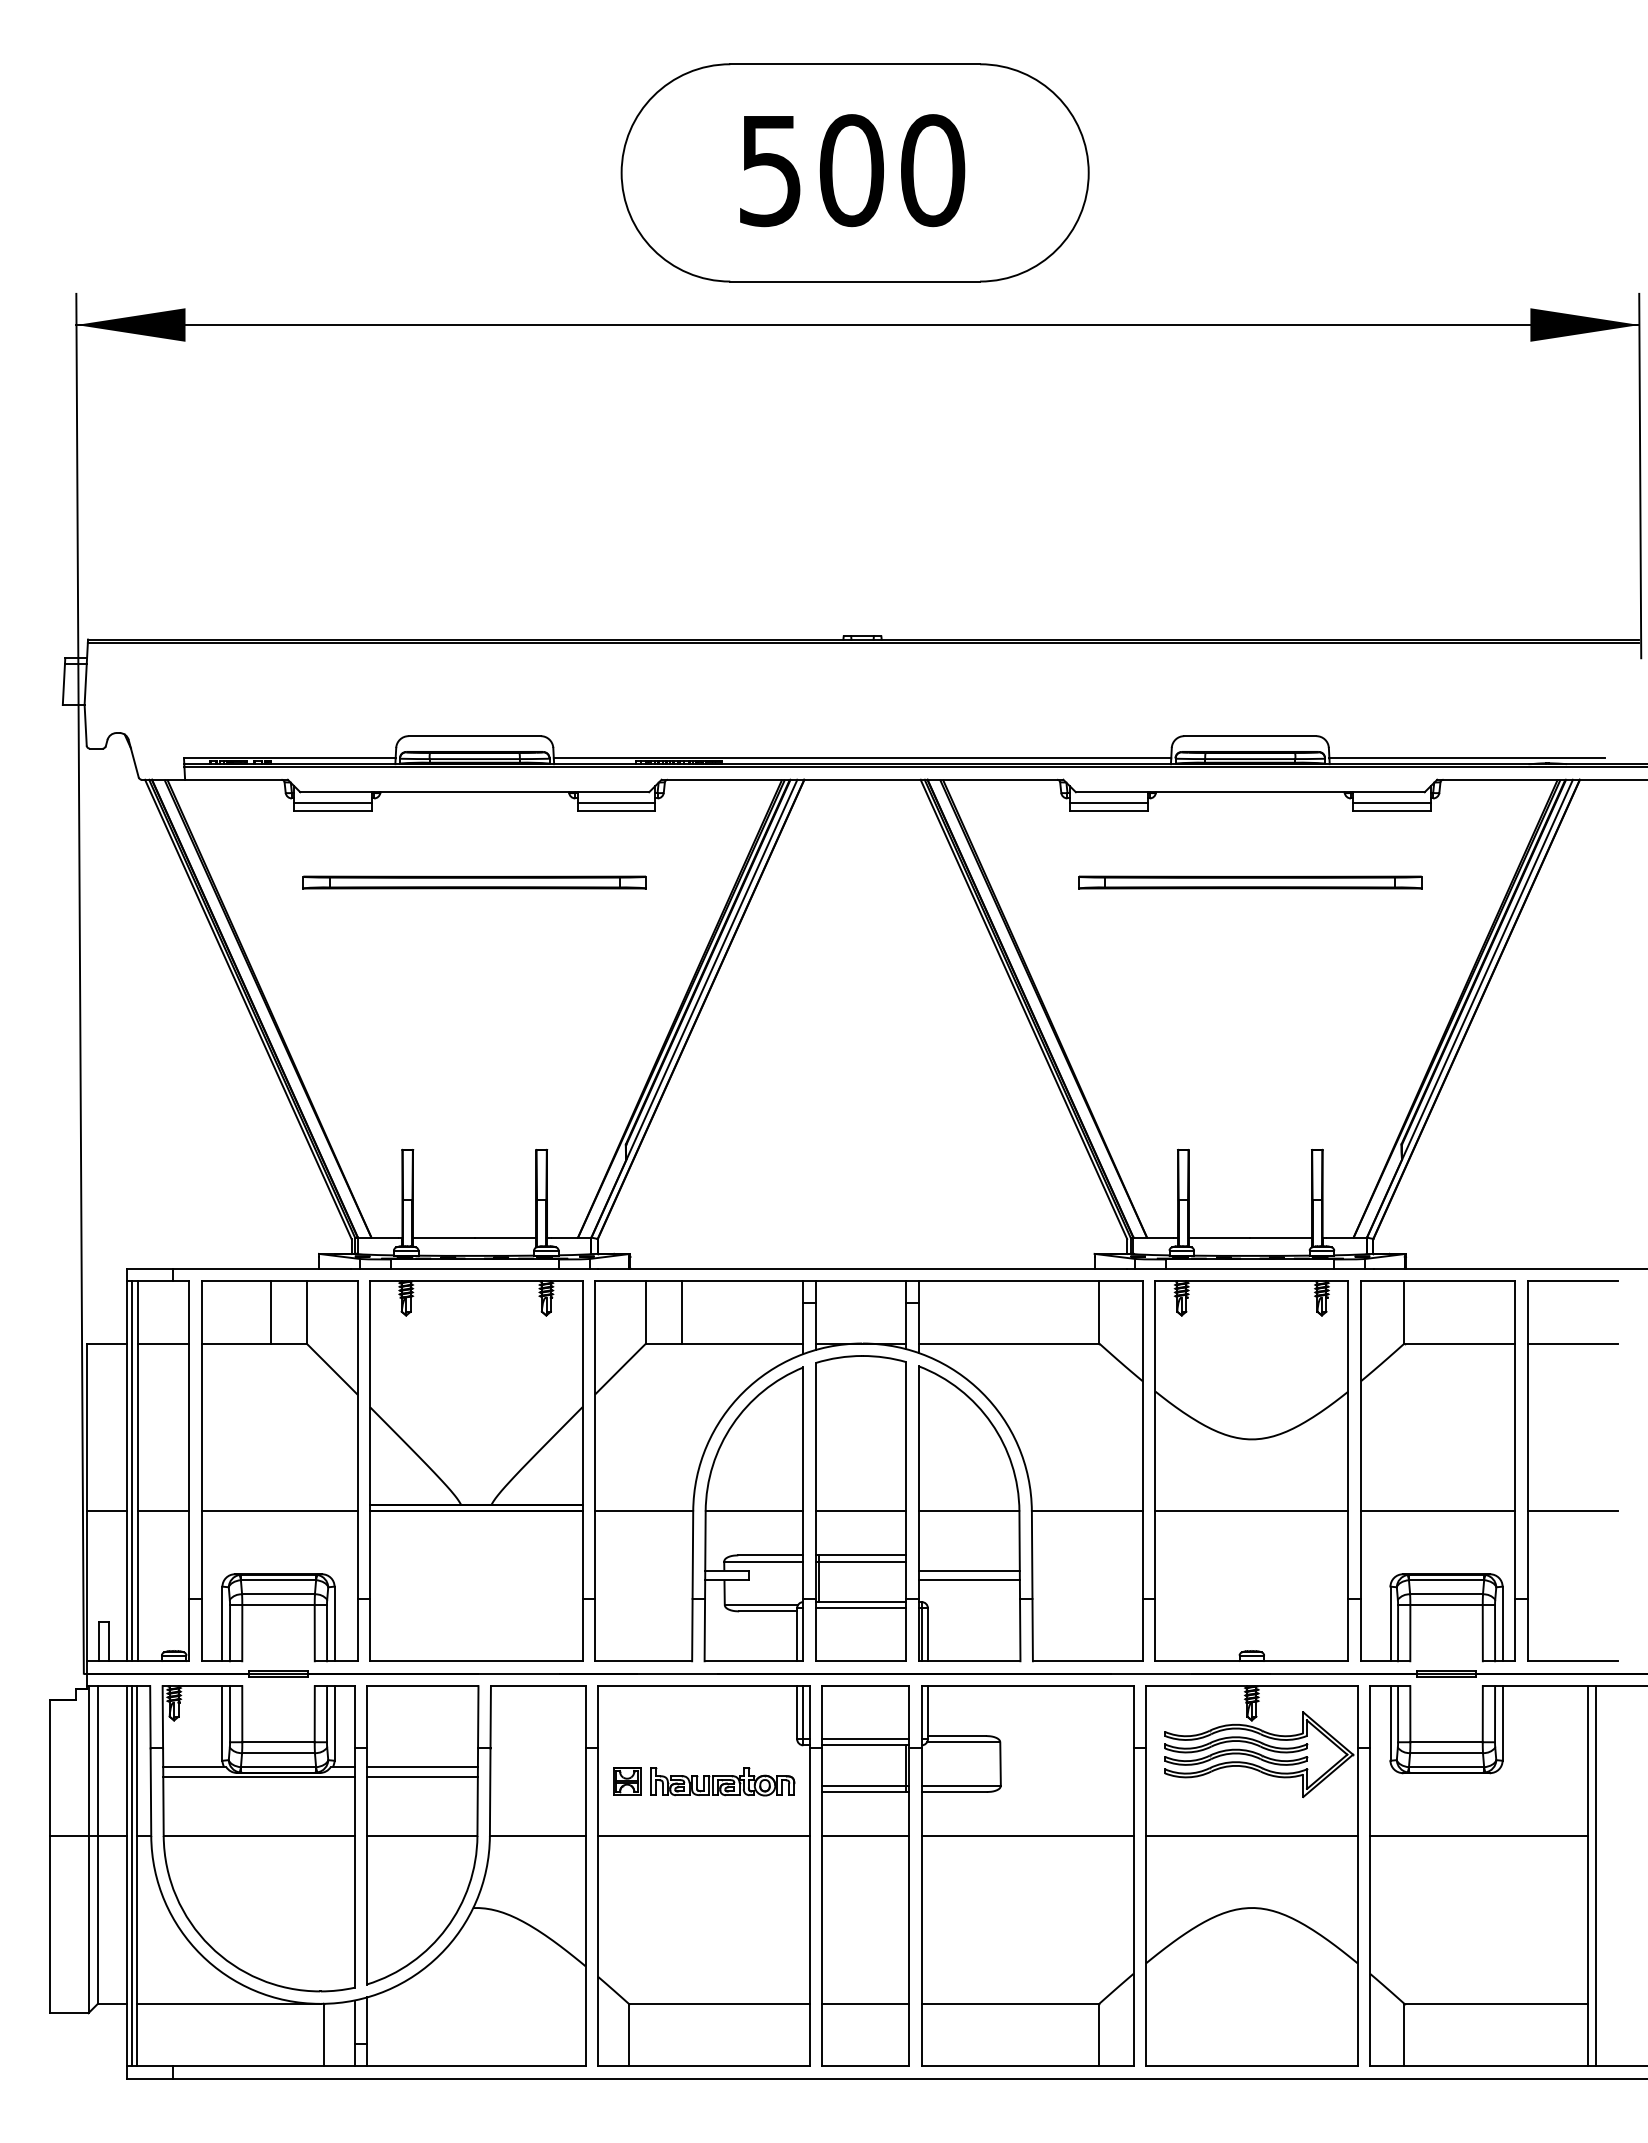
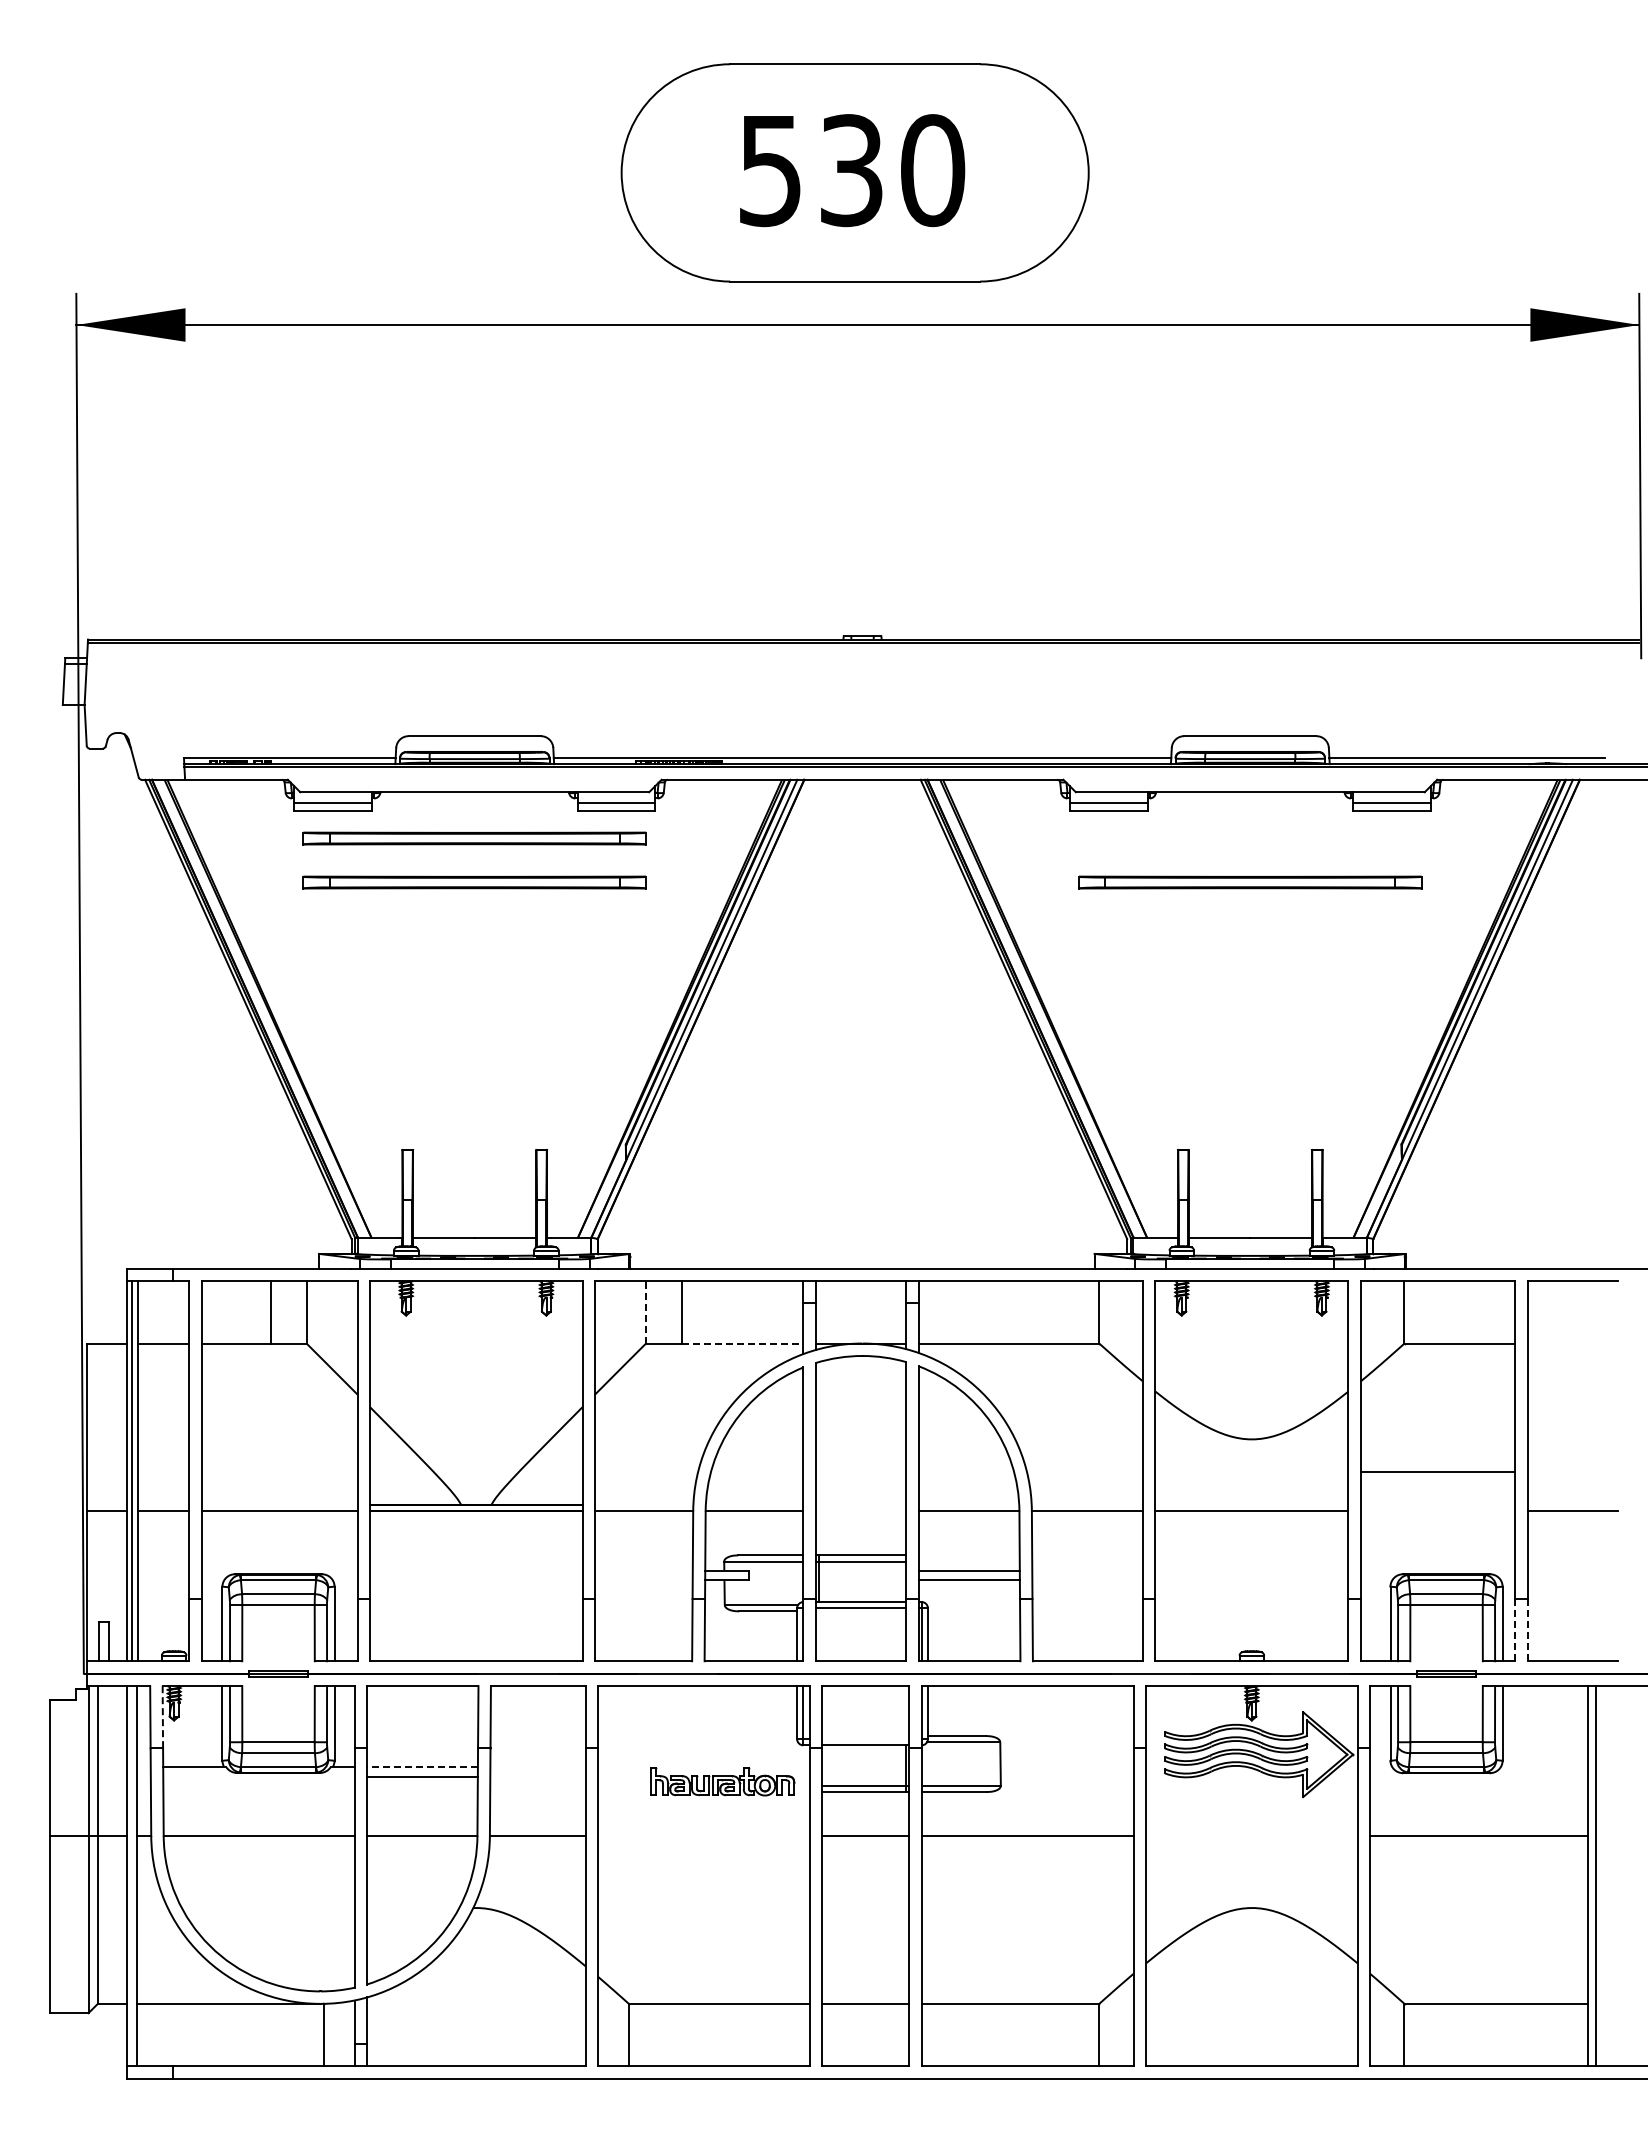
text at (851, 170): 500 -> 530
part at (474, 838): none -> present
line at (646, 1311): solid -> dashed
line at (742, 1343): solid -> dashed
line at (1572, 1343): present -> none
line at (860, 1511): present -> none
line at (1437, 1511) position: (1437, 1511) -> (1437, 1472)
line at (1515, 1629): solid -> dashed
line at (1527, 1629): solid -> dashed
line at (162, 1717): solid -> dashed
line at (865, 1739): present -> none
line at (421, 1767): solid -> dashed
line at (258, 1776): present -> none
part at (627, 1781): present -> none
line at (703, 1836): present -> none
line at (1251, 1836): present -> none
line at (132, 1876): present -> none
